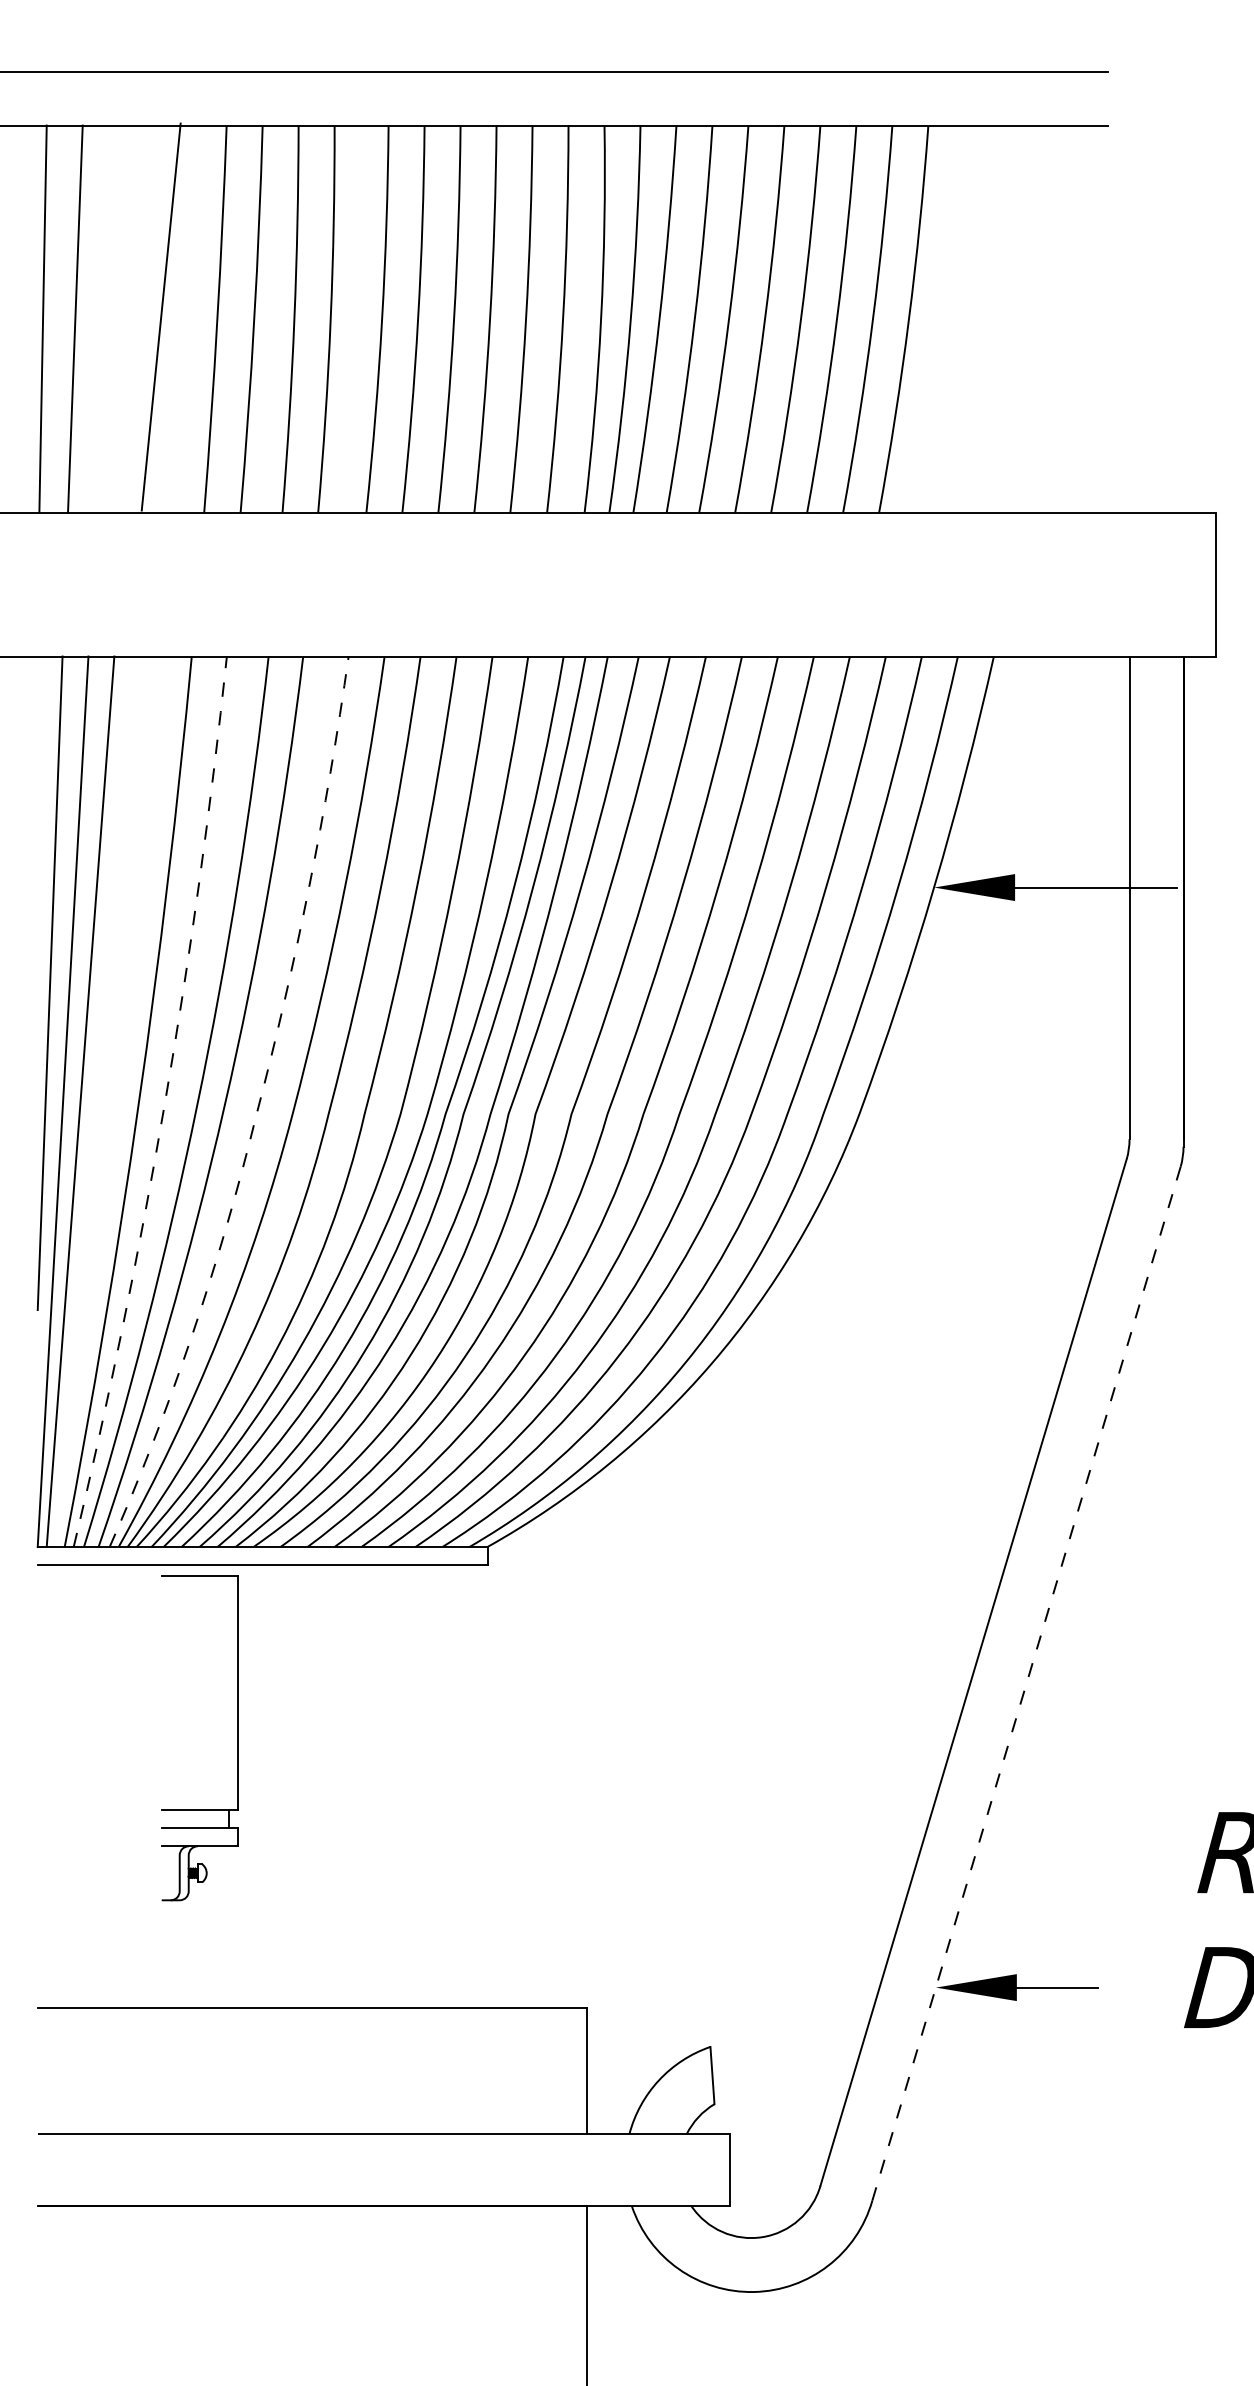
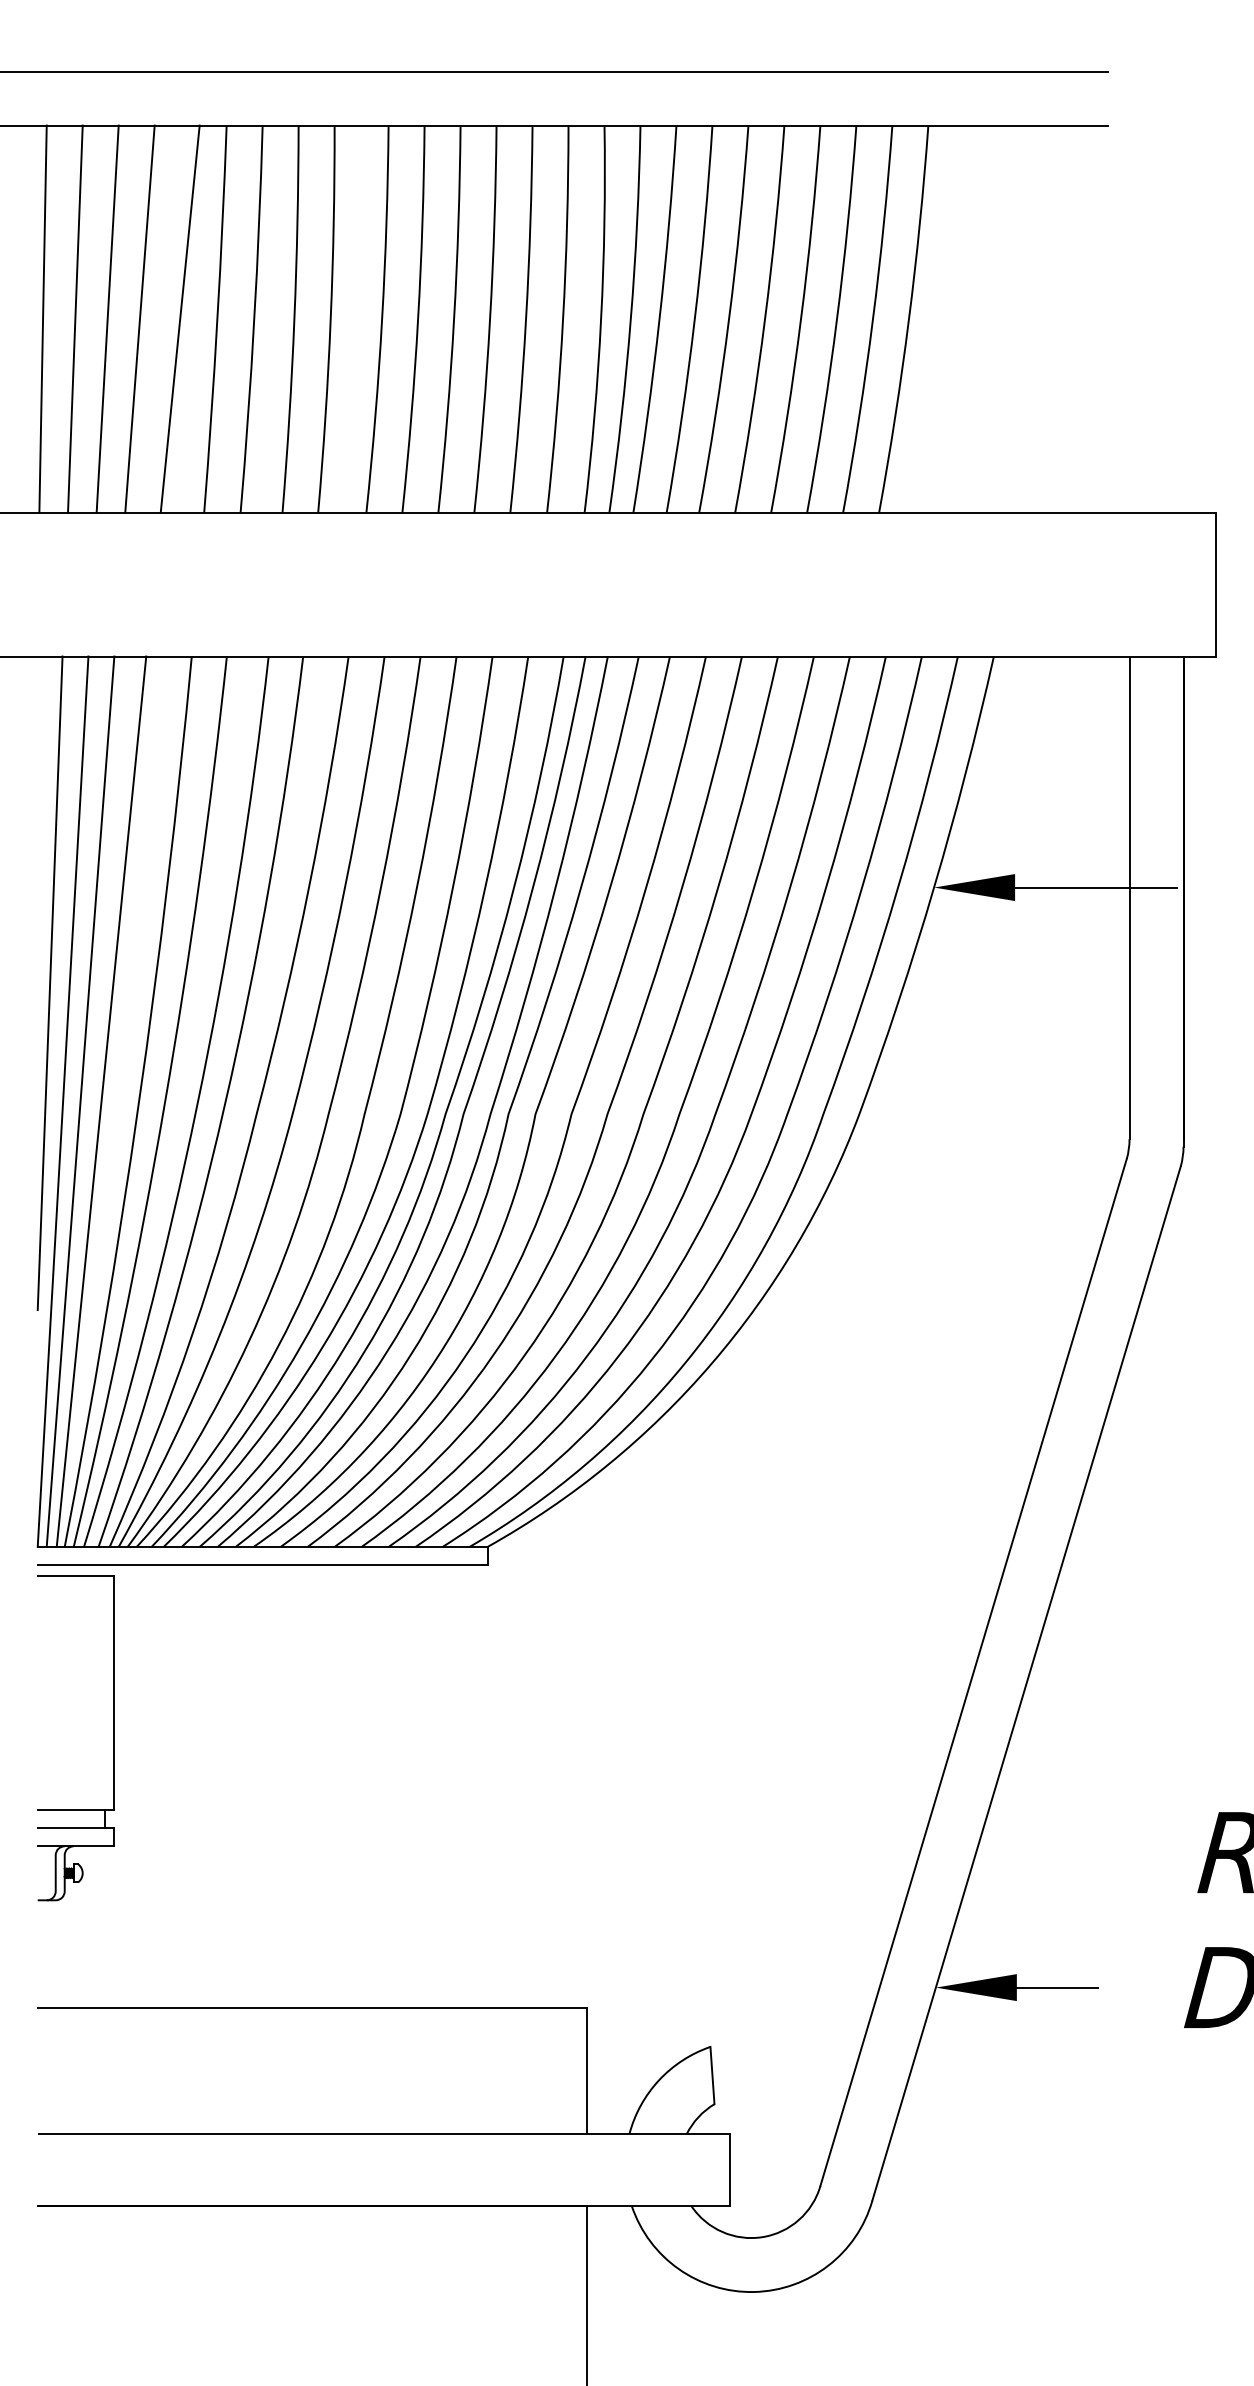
line at (160, 316) position: (160, 316) -> (179, 318)
line at (107, 318): none -> present
line at (139, 318): none -> present
line at (101, 1101): none -> present
arc at (164, 1104): dashed -> solid
line at (257, 1110): dashed -> solid
line at (1026, 1683): dashed -> solid
part at (237, 1738) position: (237, 1738) -> (113, 1738)
